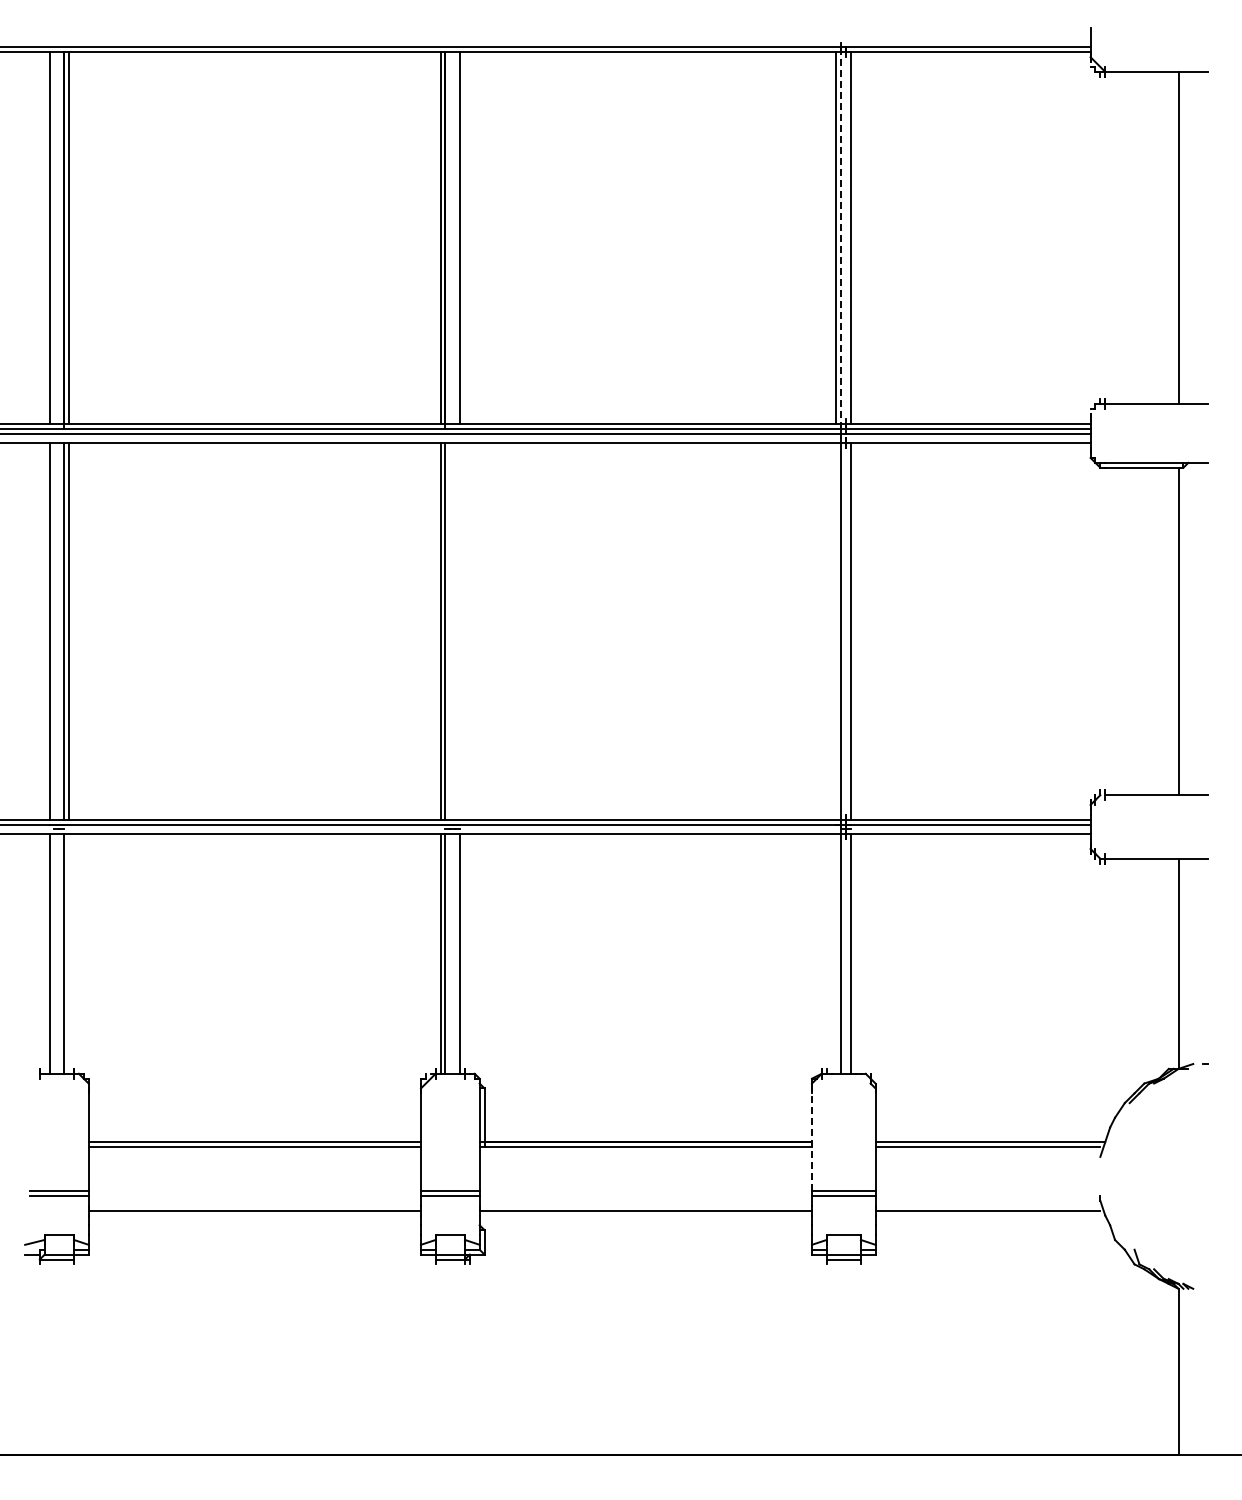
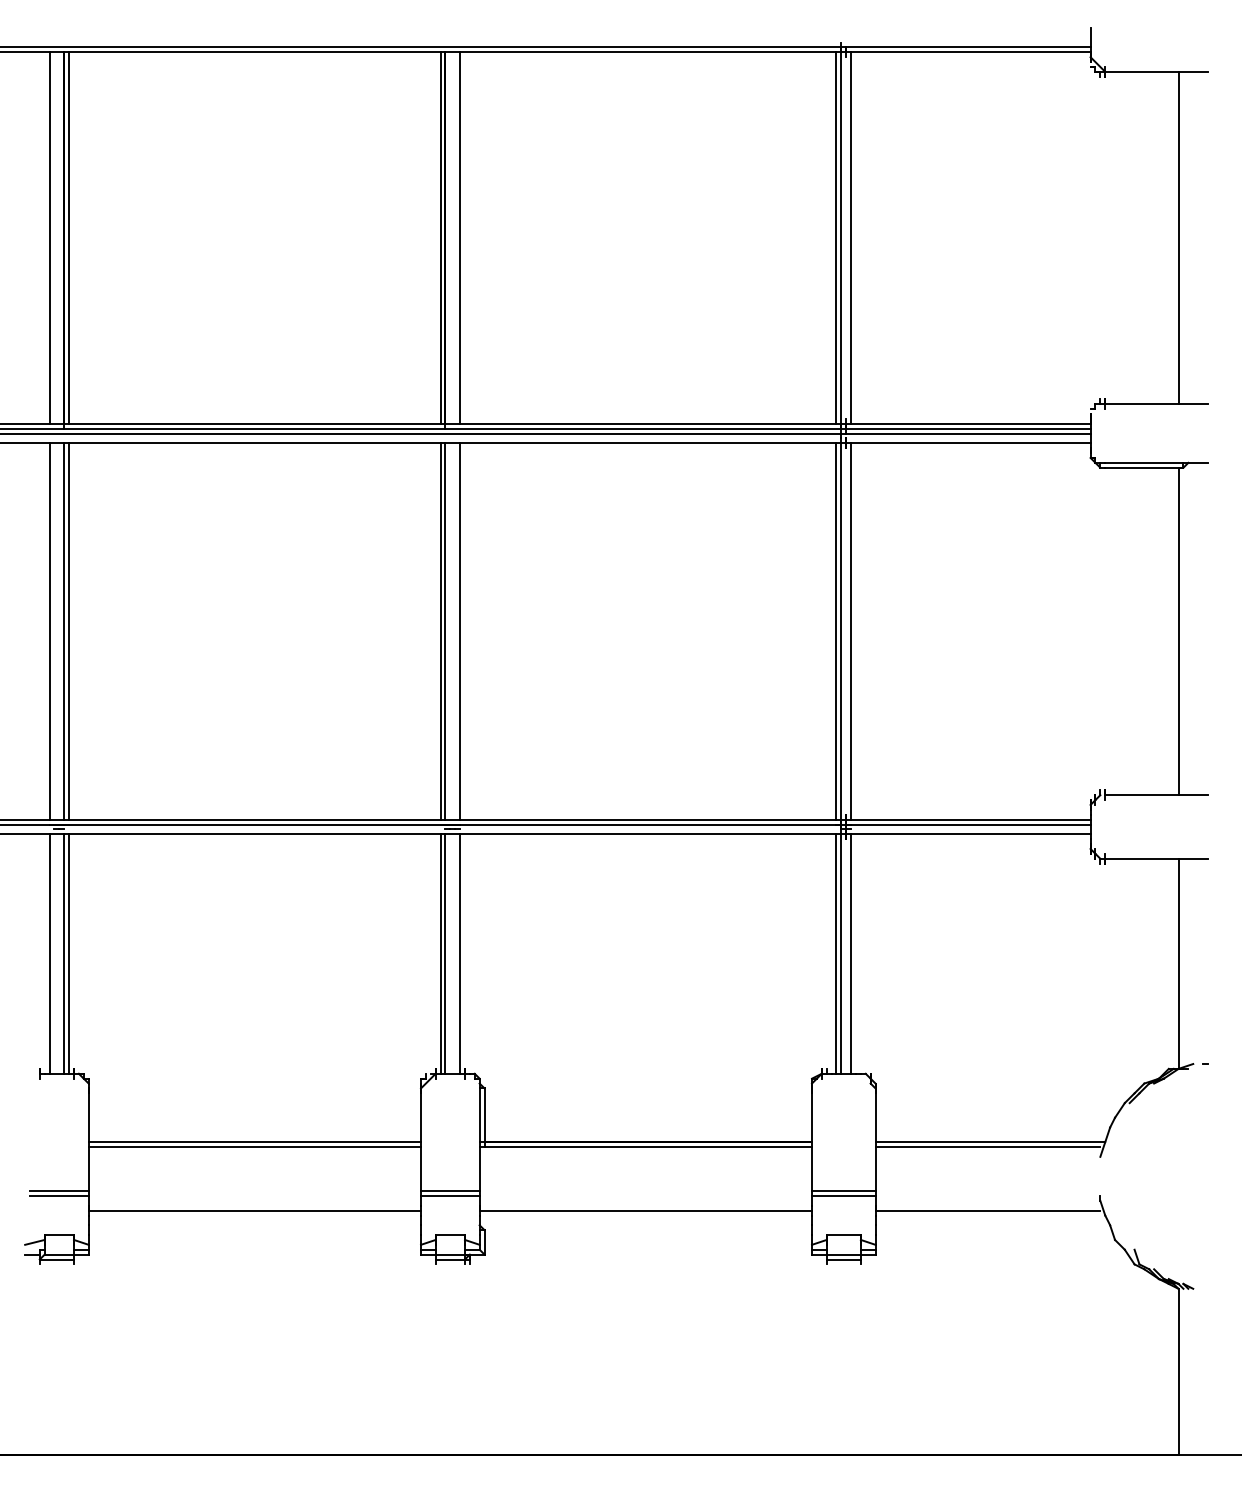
line at (841, 238): dashed -> solid
line at (460, 631): none -> present
line at (836, 631): none -> present
line at (69, 953): none -> present
line at (836, 953): none -> present
line at (812, 1139): dashed -> solid
